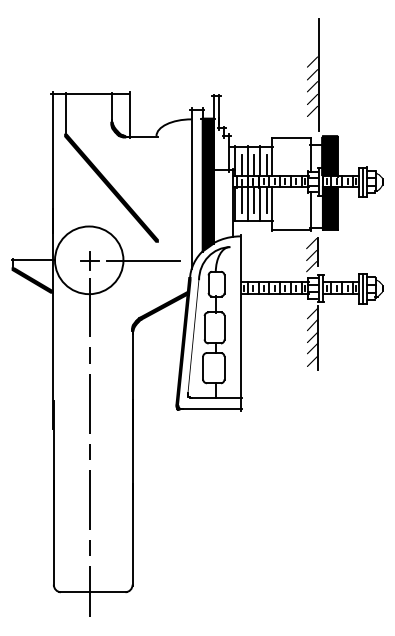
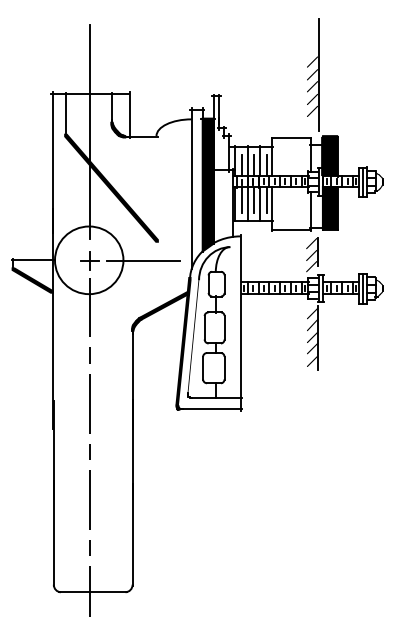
line at (90, 131): none -> present
